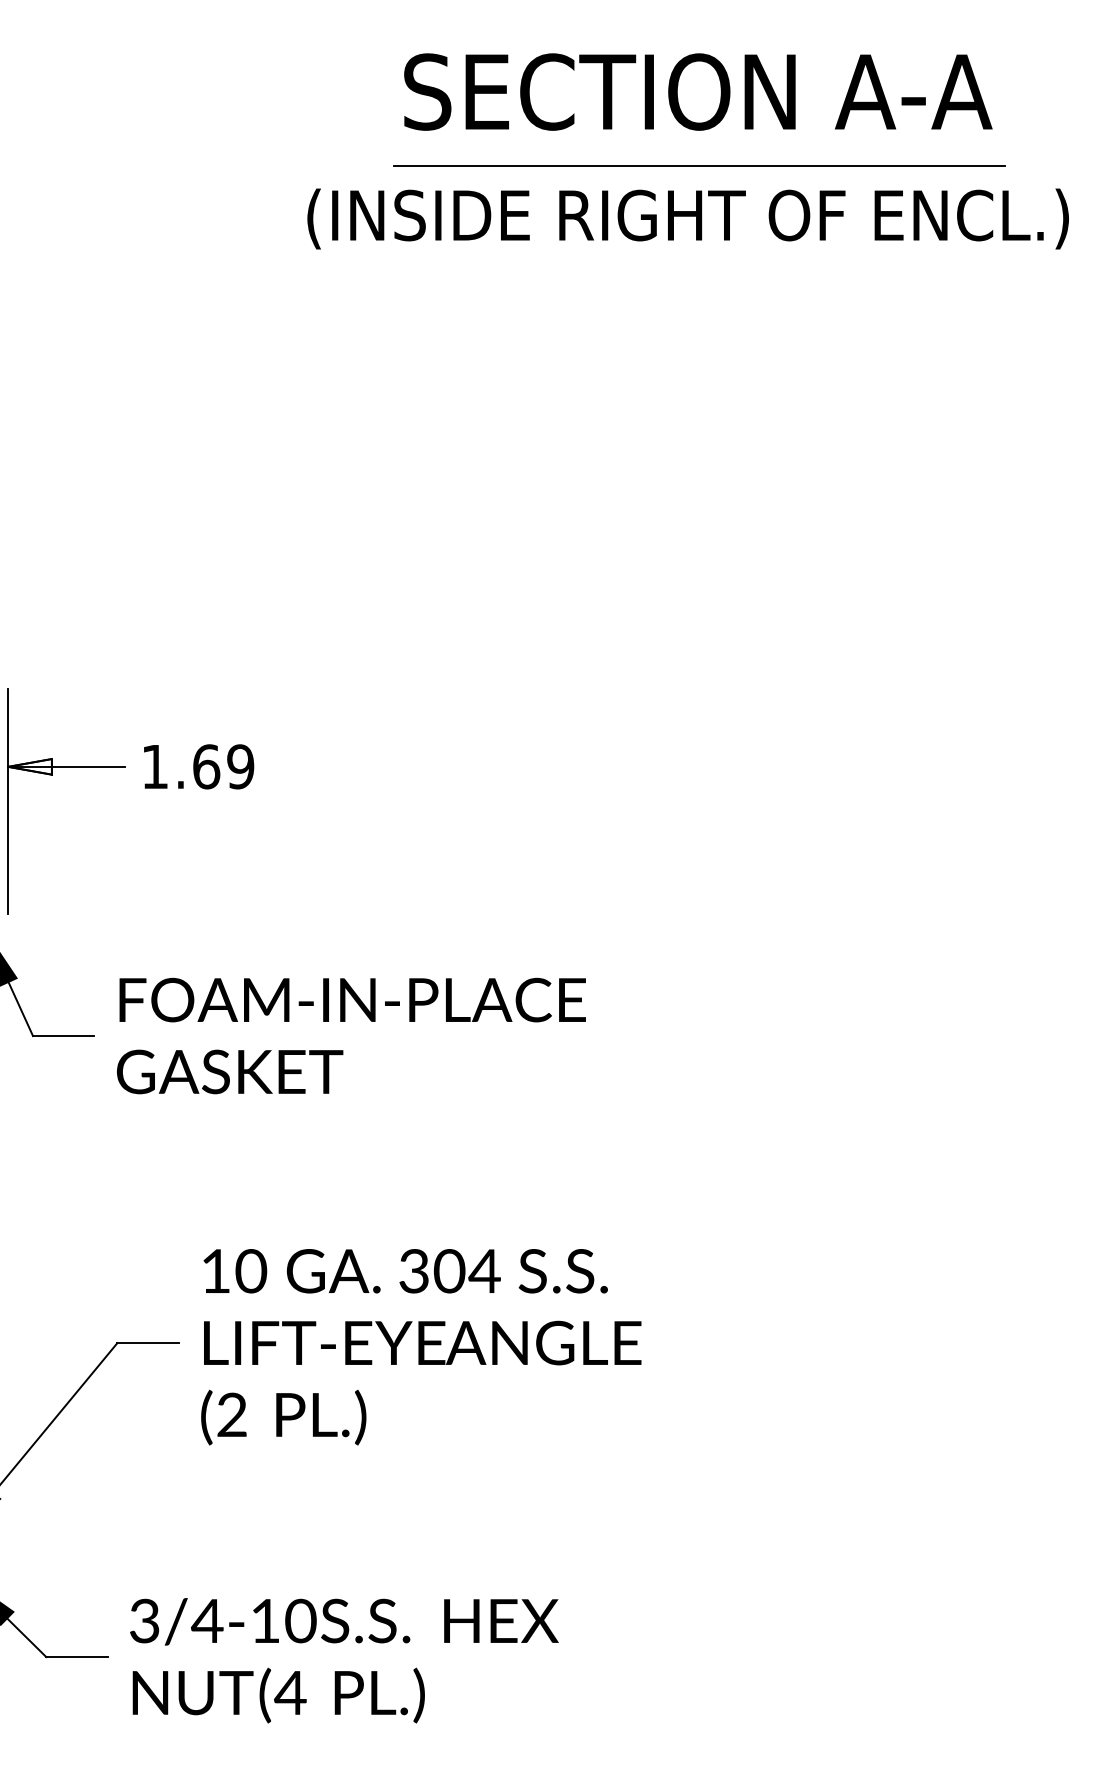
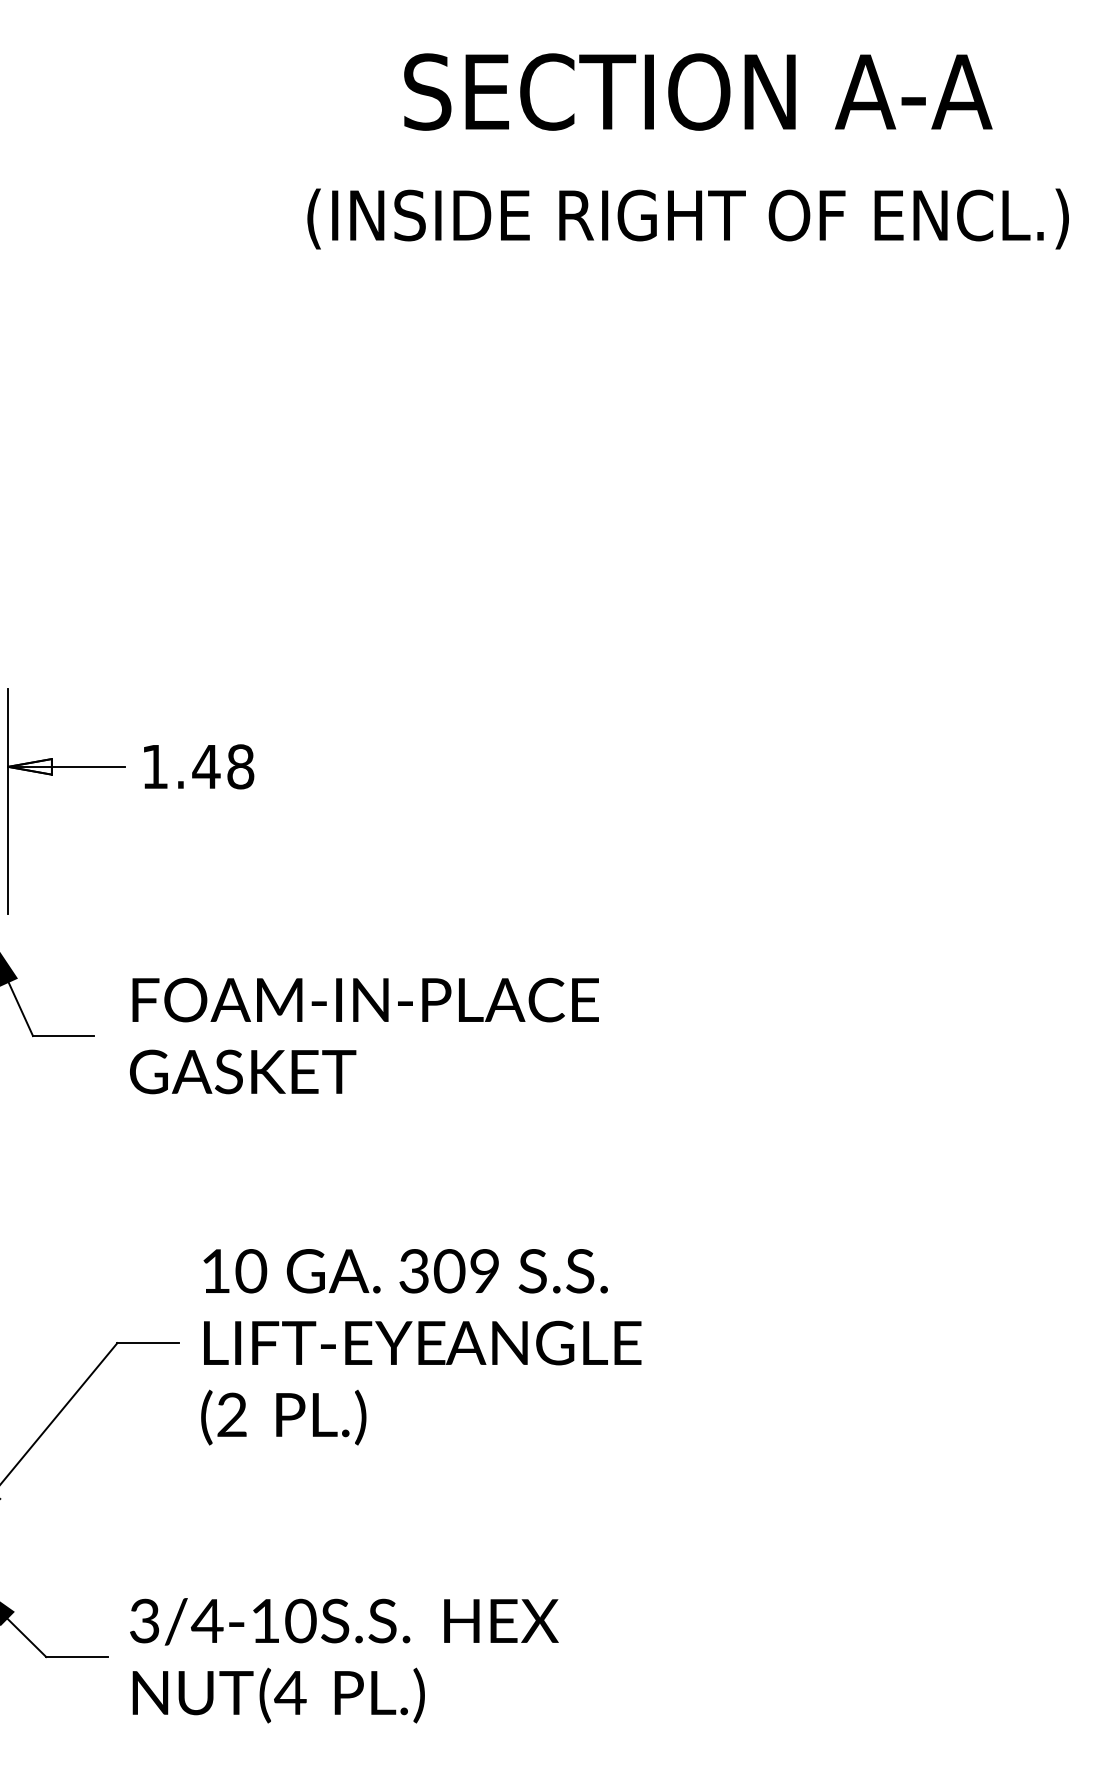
line at (699, 166): present -> none
text at (223, 766): 1.69 -> 1.48
text at (351, 1035) position: (351, 1035) -> (364, 1035)
text at (484, 1270): 304 -> 309
